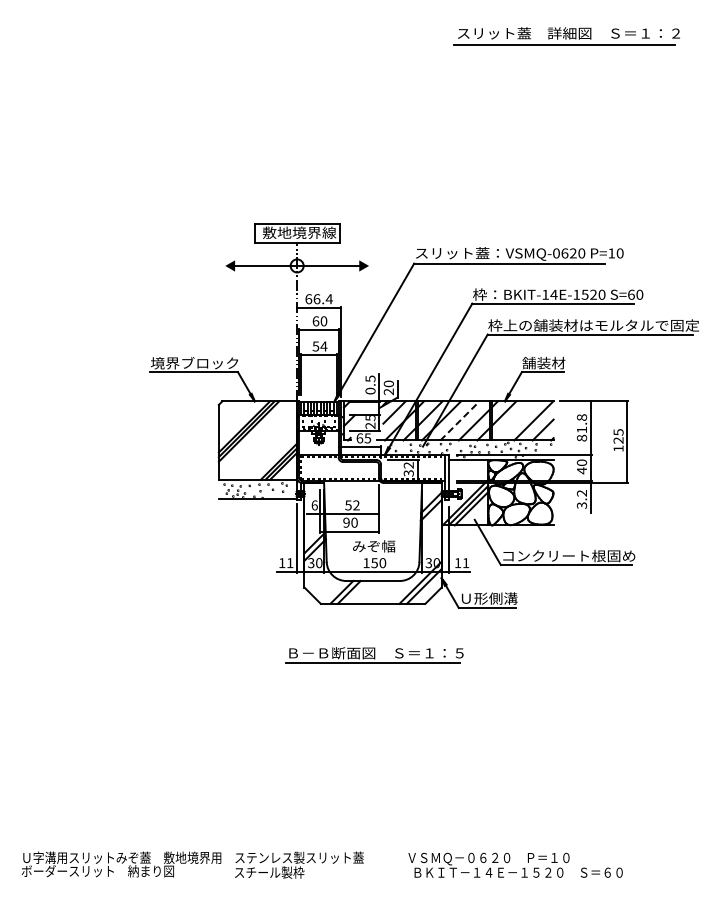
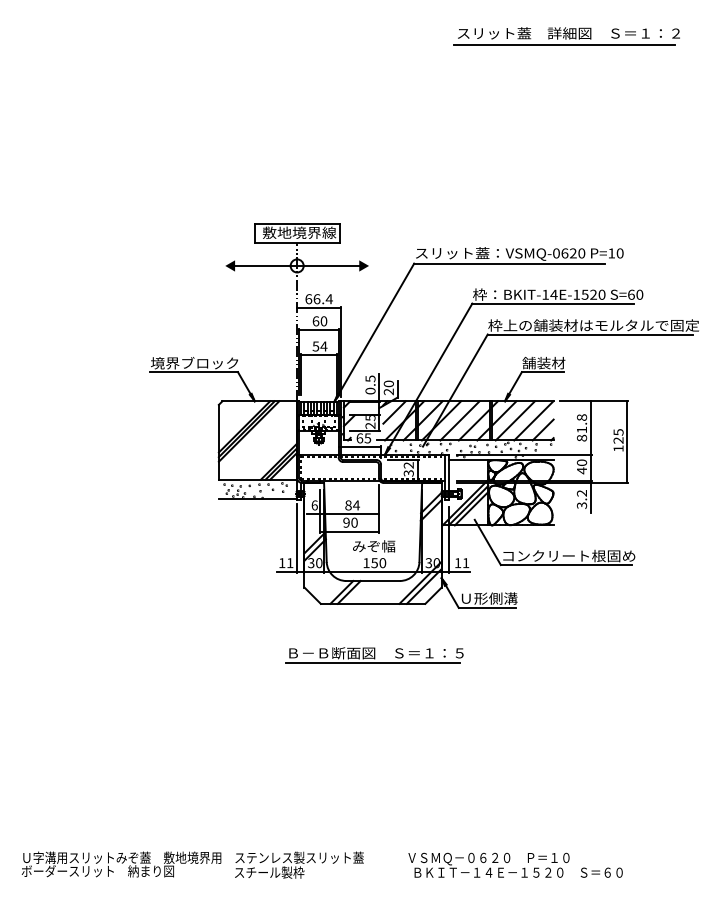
line at (460, 420): dashed -> solid
line at (514, 420): none -> present
text at (352, 505): 52 -> 84
